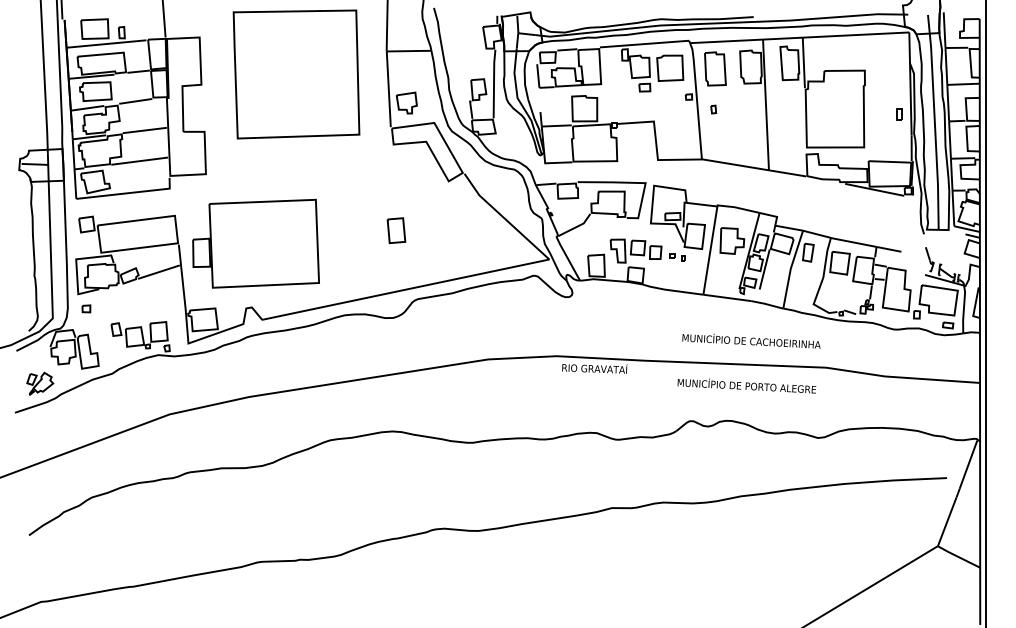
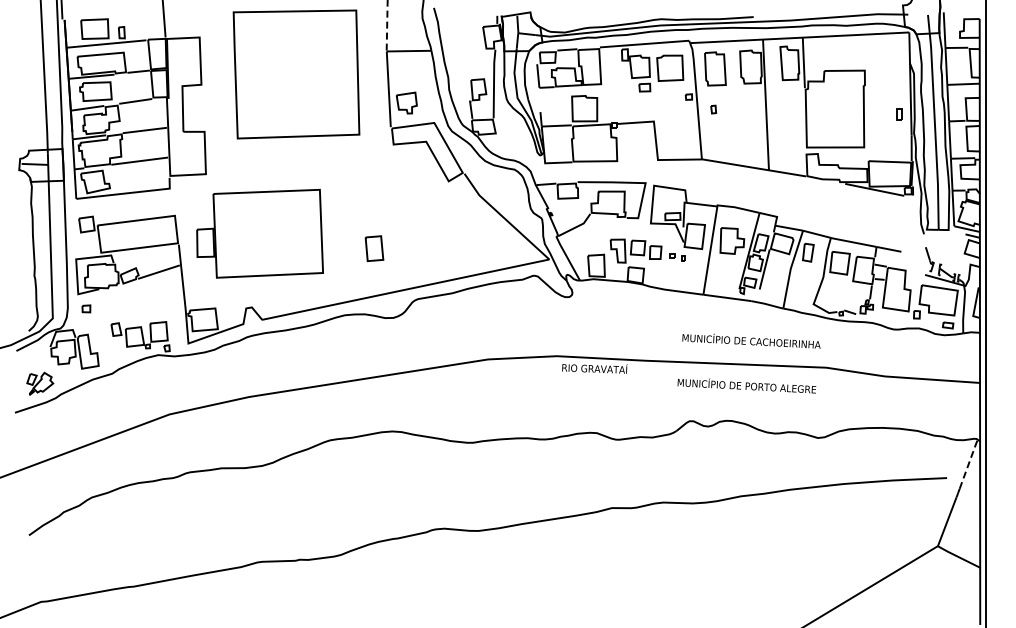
line at (387, 27): solid -> dashed
part at (396, 230) position: (396, 230) -> (374, 248)
part at (255, 243) position: (255, 243) -> (259, 233)
line at (968, 464): solid -> dashed
